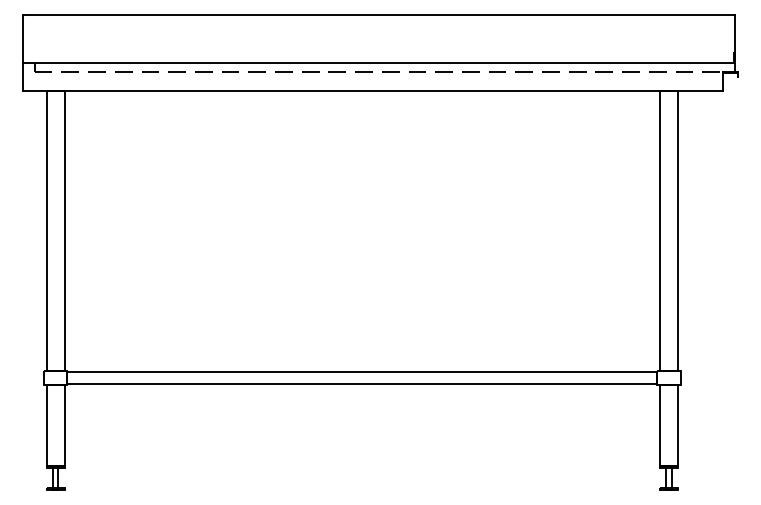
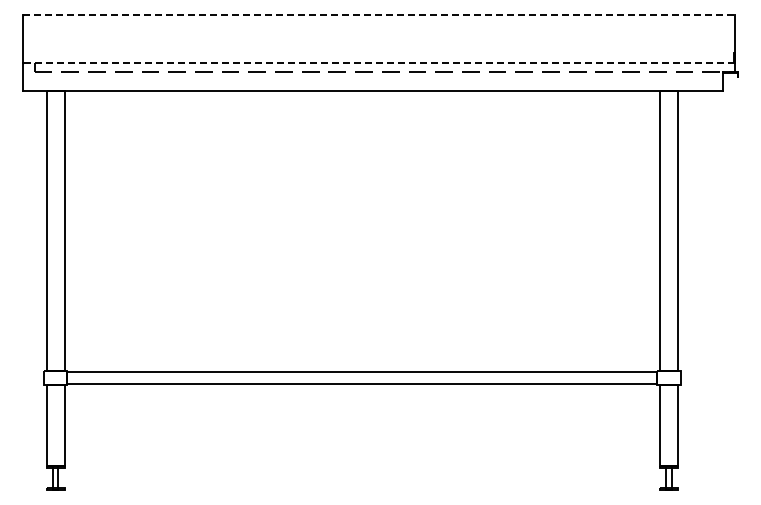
line at (379, 15): solid -> dashed
line at (378, 62): solid -> dashed
